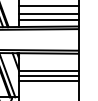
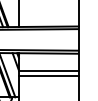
line at (48, 5): present -> none
line at (48, 14): present -> none
line at (48, 20): present -> none
line at (48, 81): present -> none
